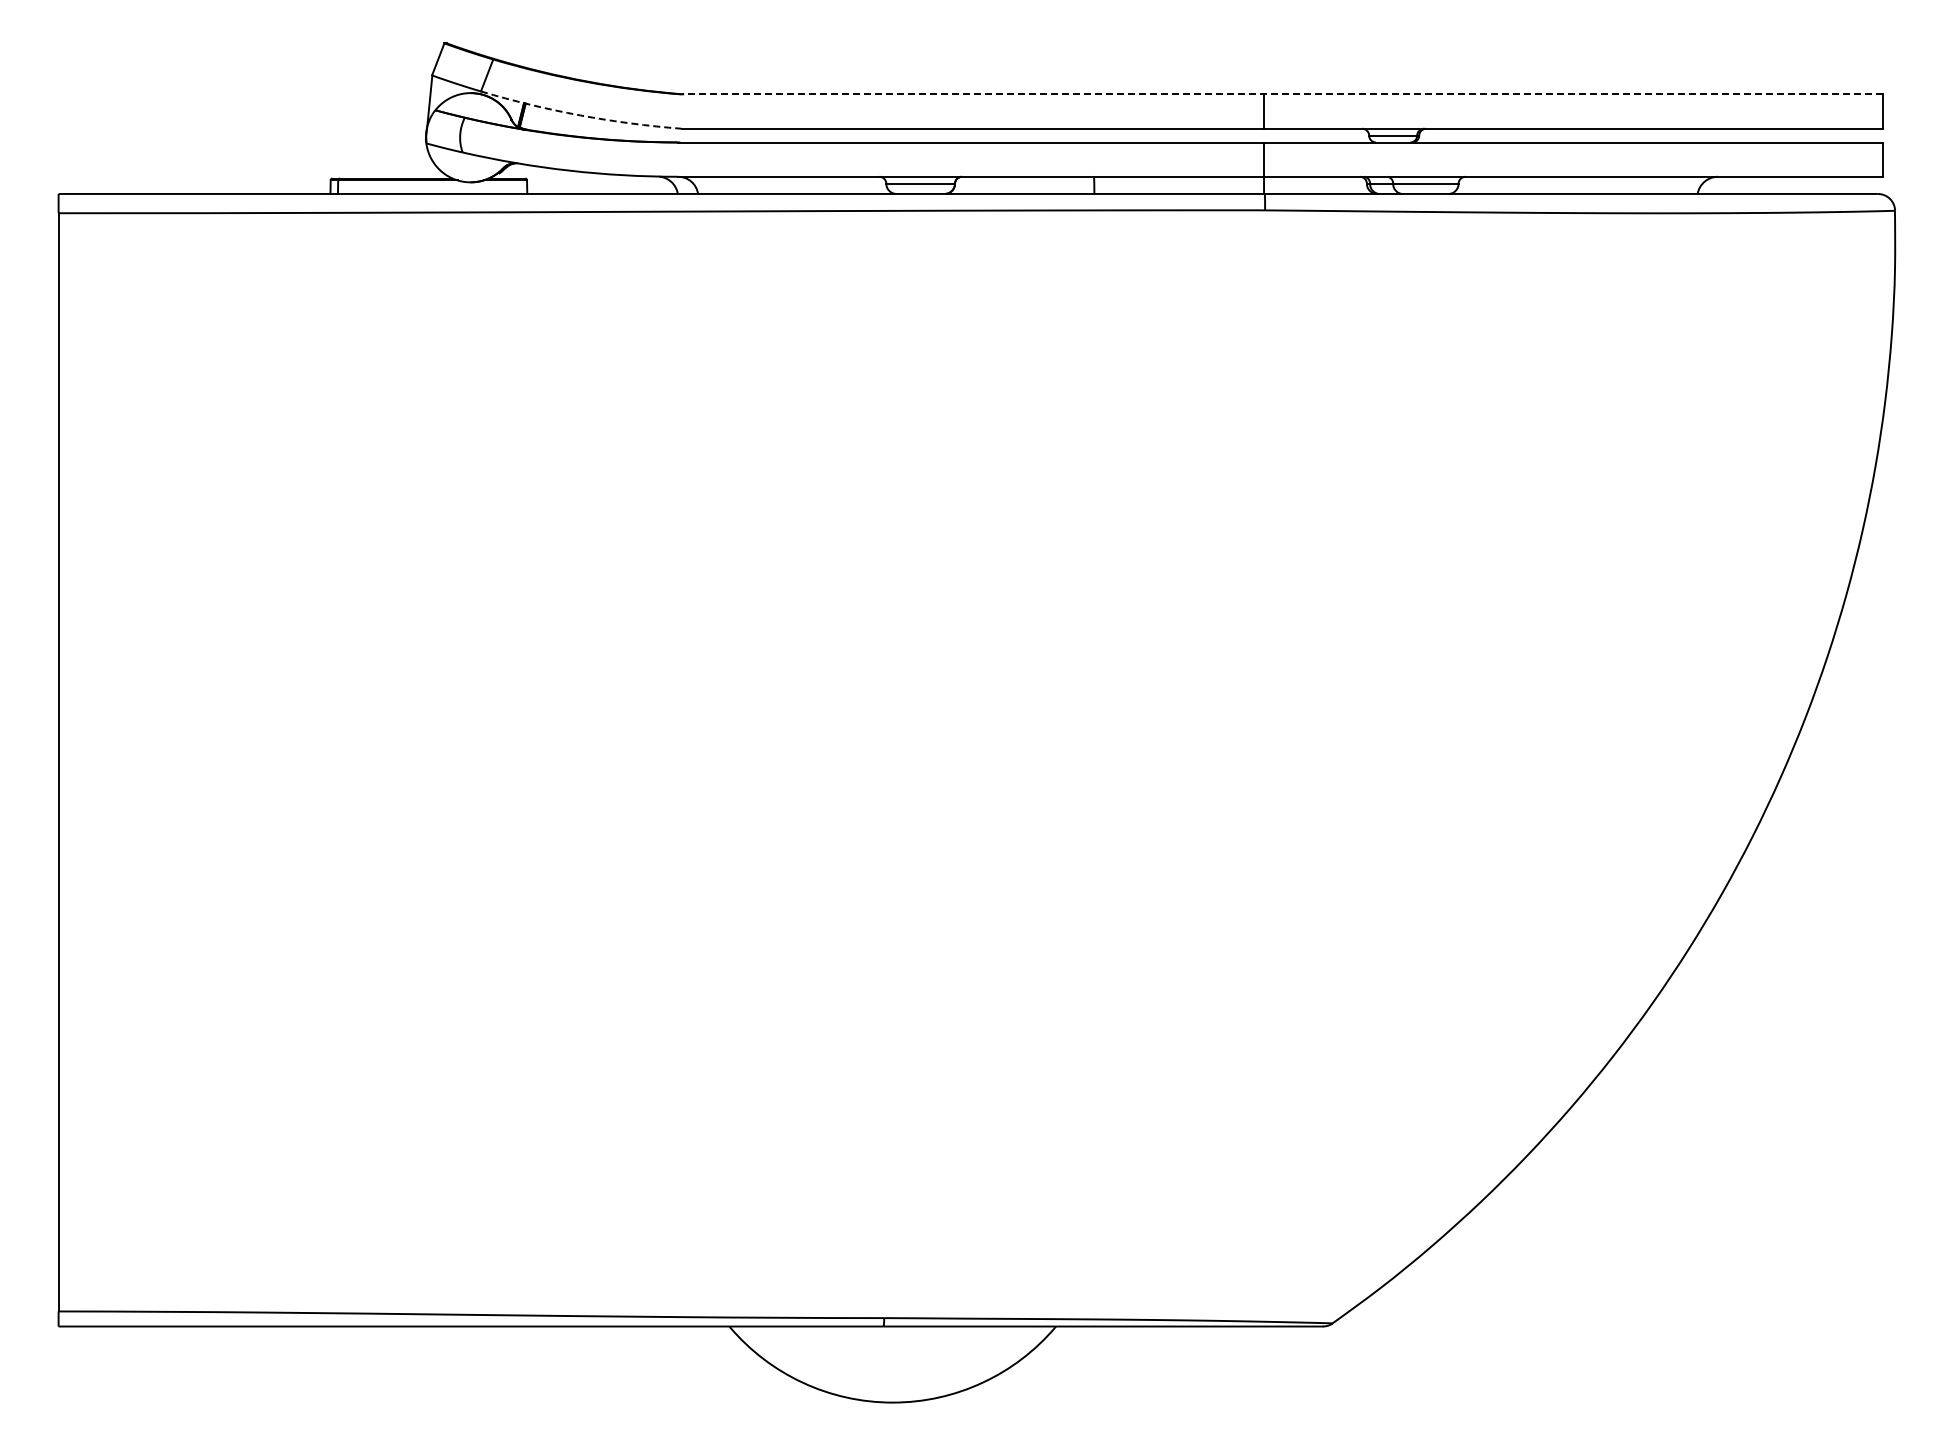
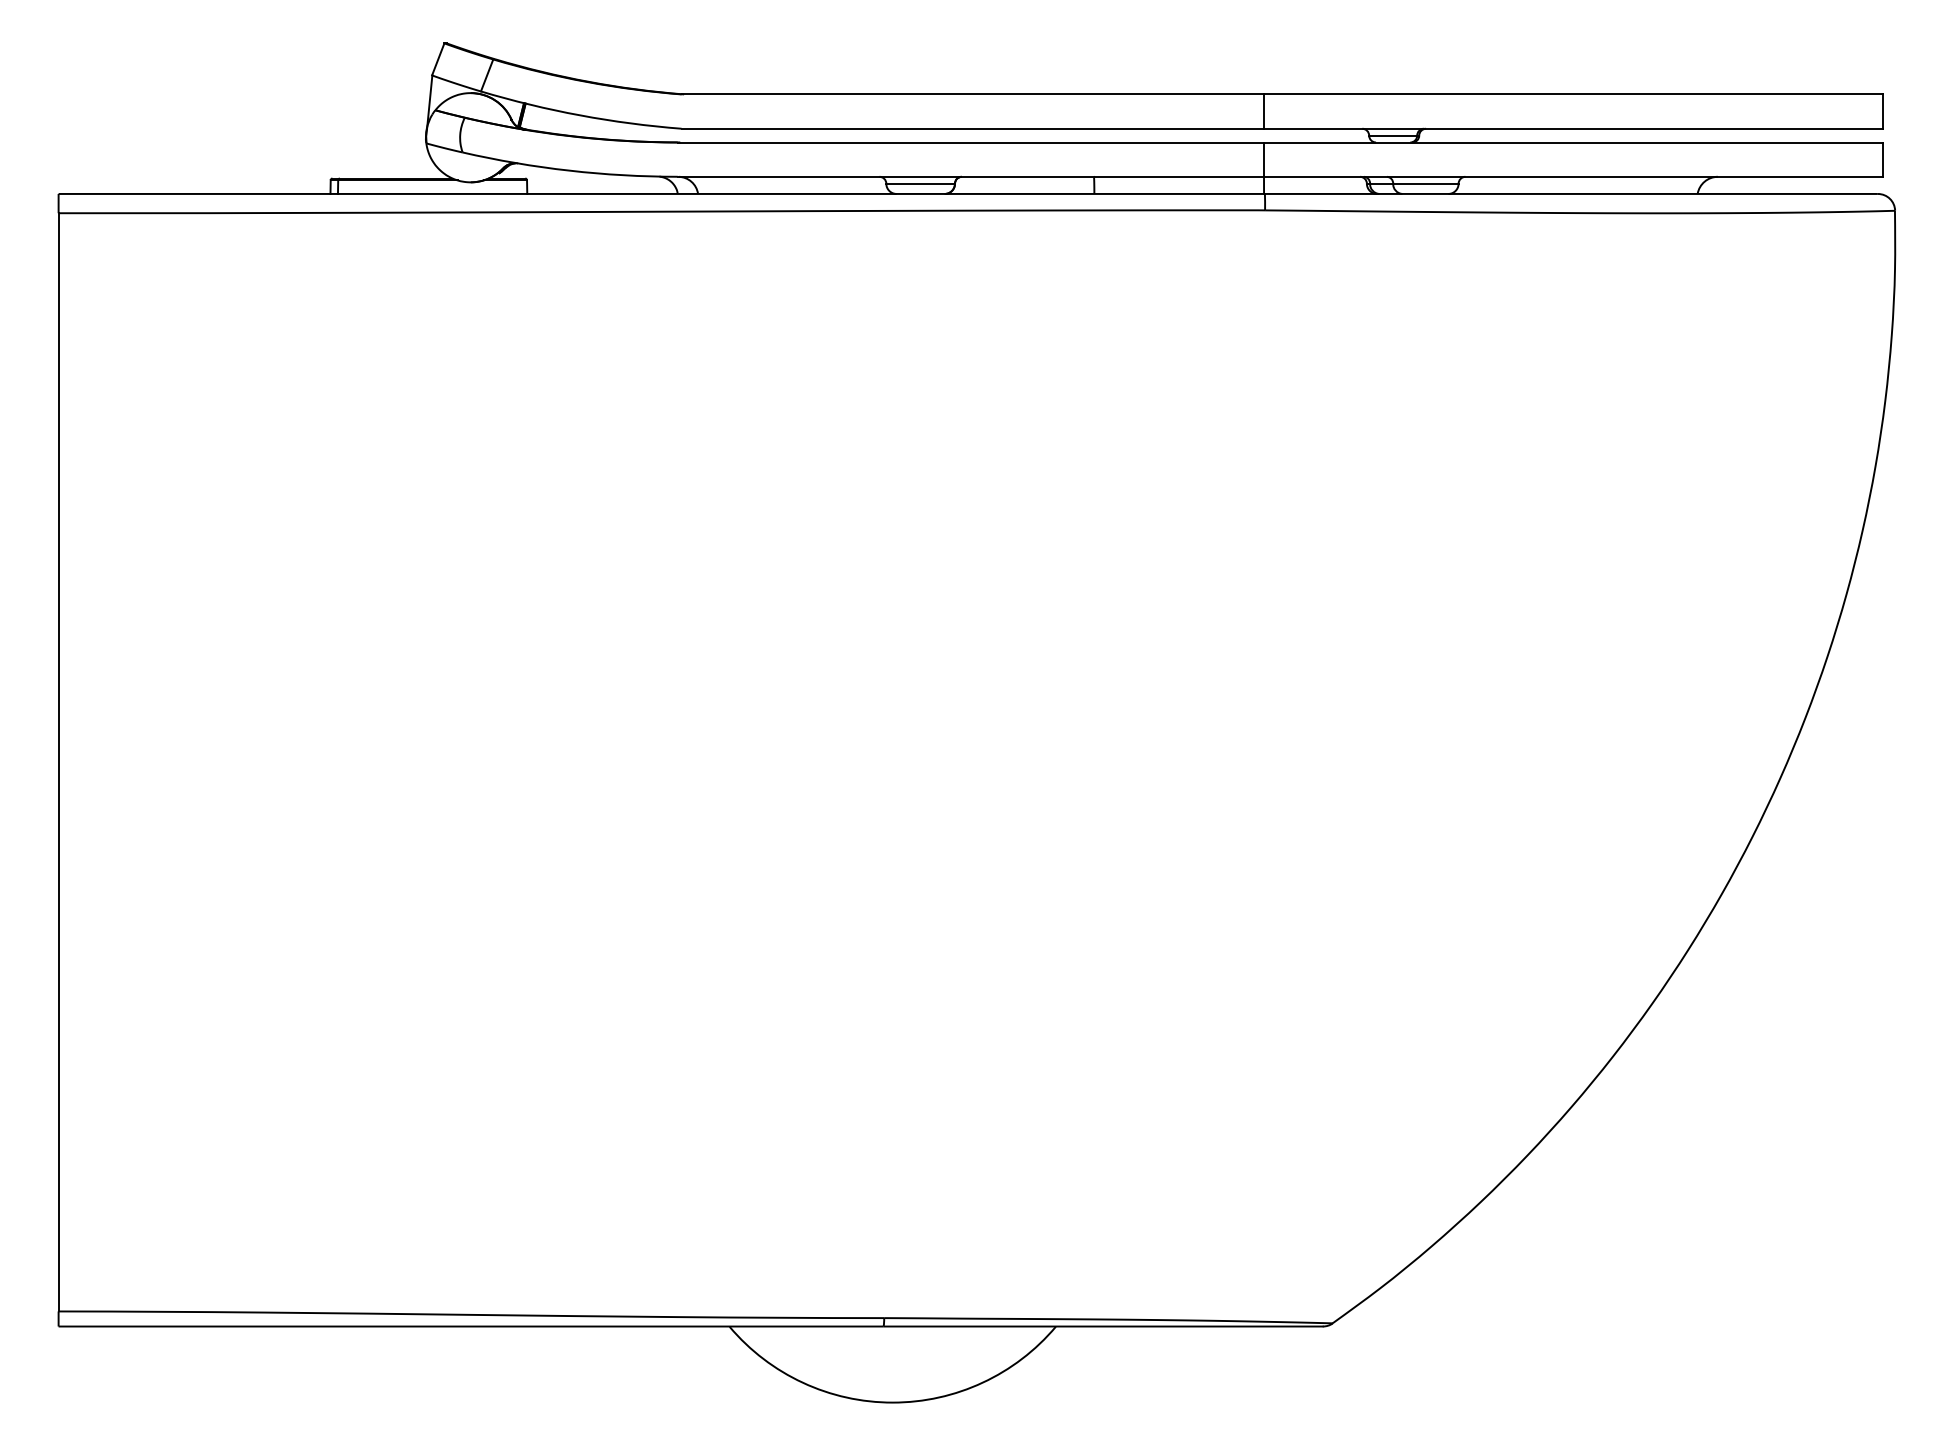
line at (1282, 94): dashed -> solid
arc at (580, 115): dashed -> solid
